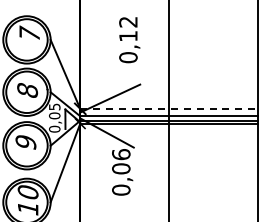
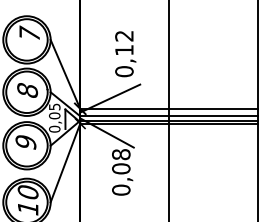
text at (129, 40) position: (129, 40) -> (125, 54)
line at (169, 108): dashed -> solid
text at (121, 154): 0,06 -> 0,08
